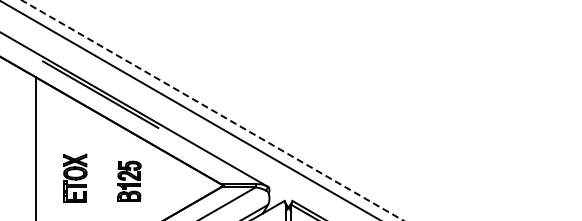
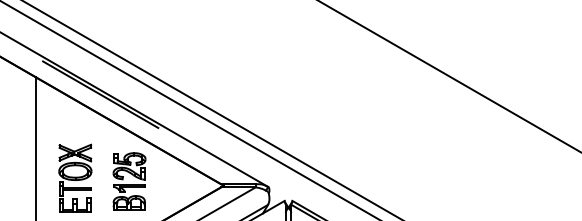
line at (449, 76): none -> present
line at (212, 110): dashed -> solid
part at (75, 177) size: 25x50 px -> 35x70 px
part at (129, 180) size: 25x42 px -> 35x59 px
